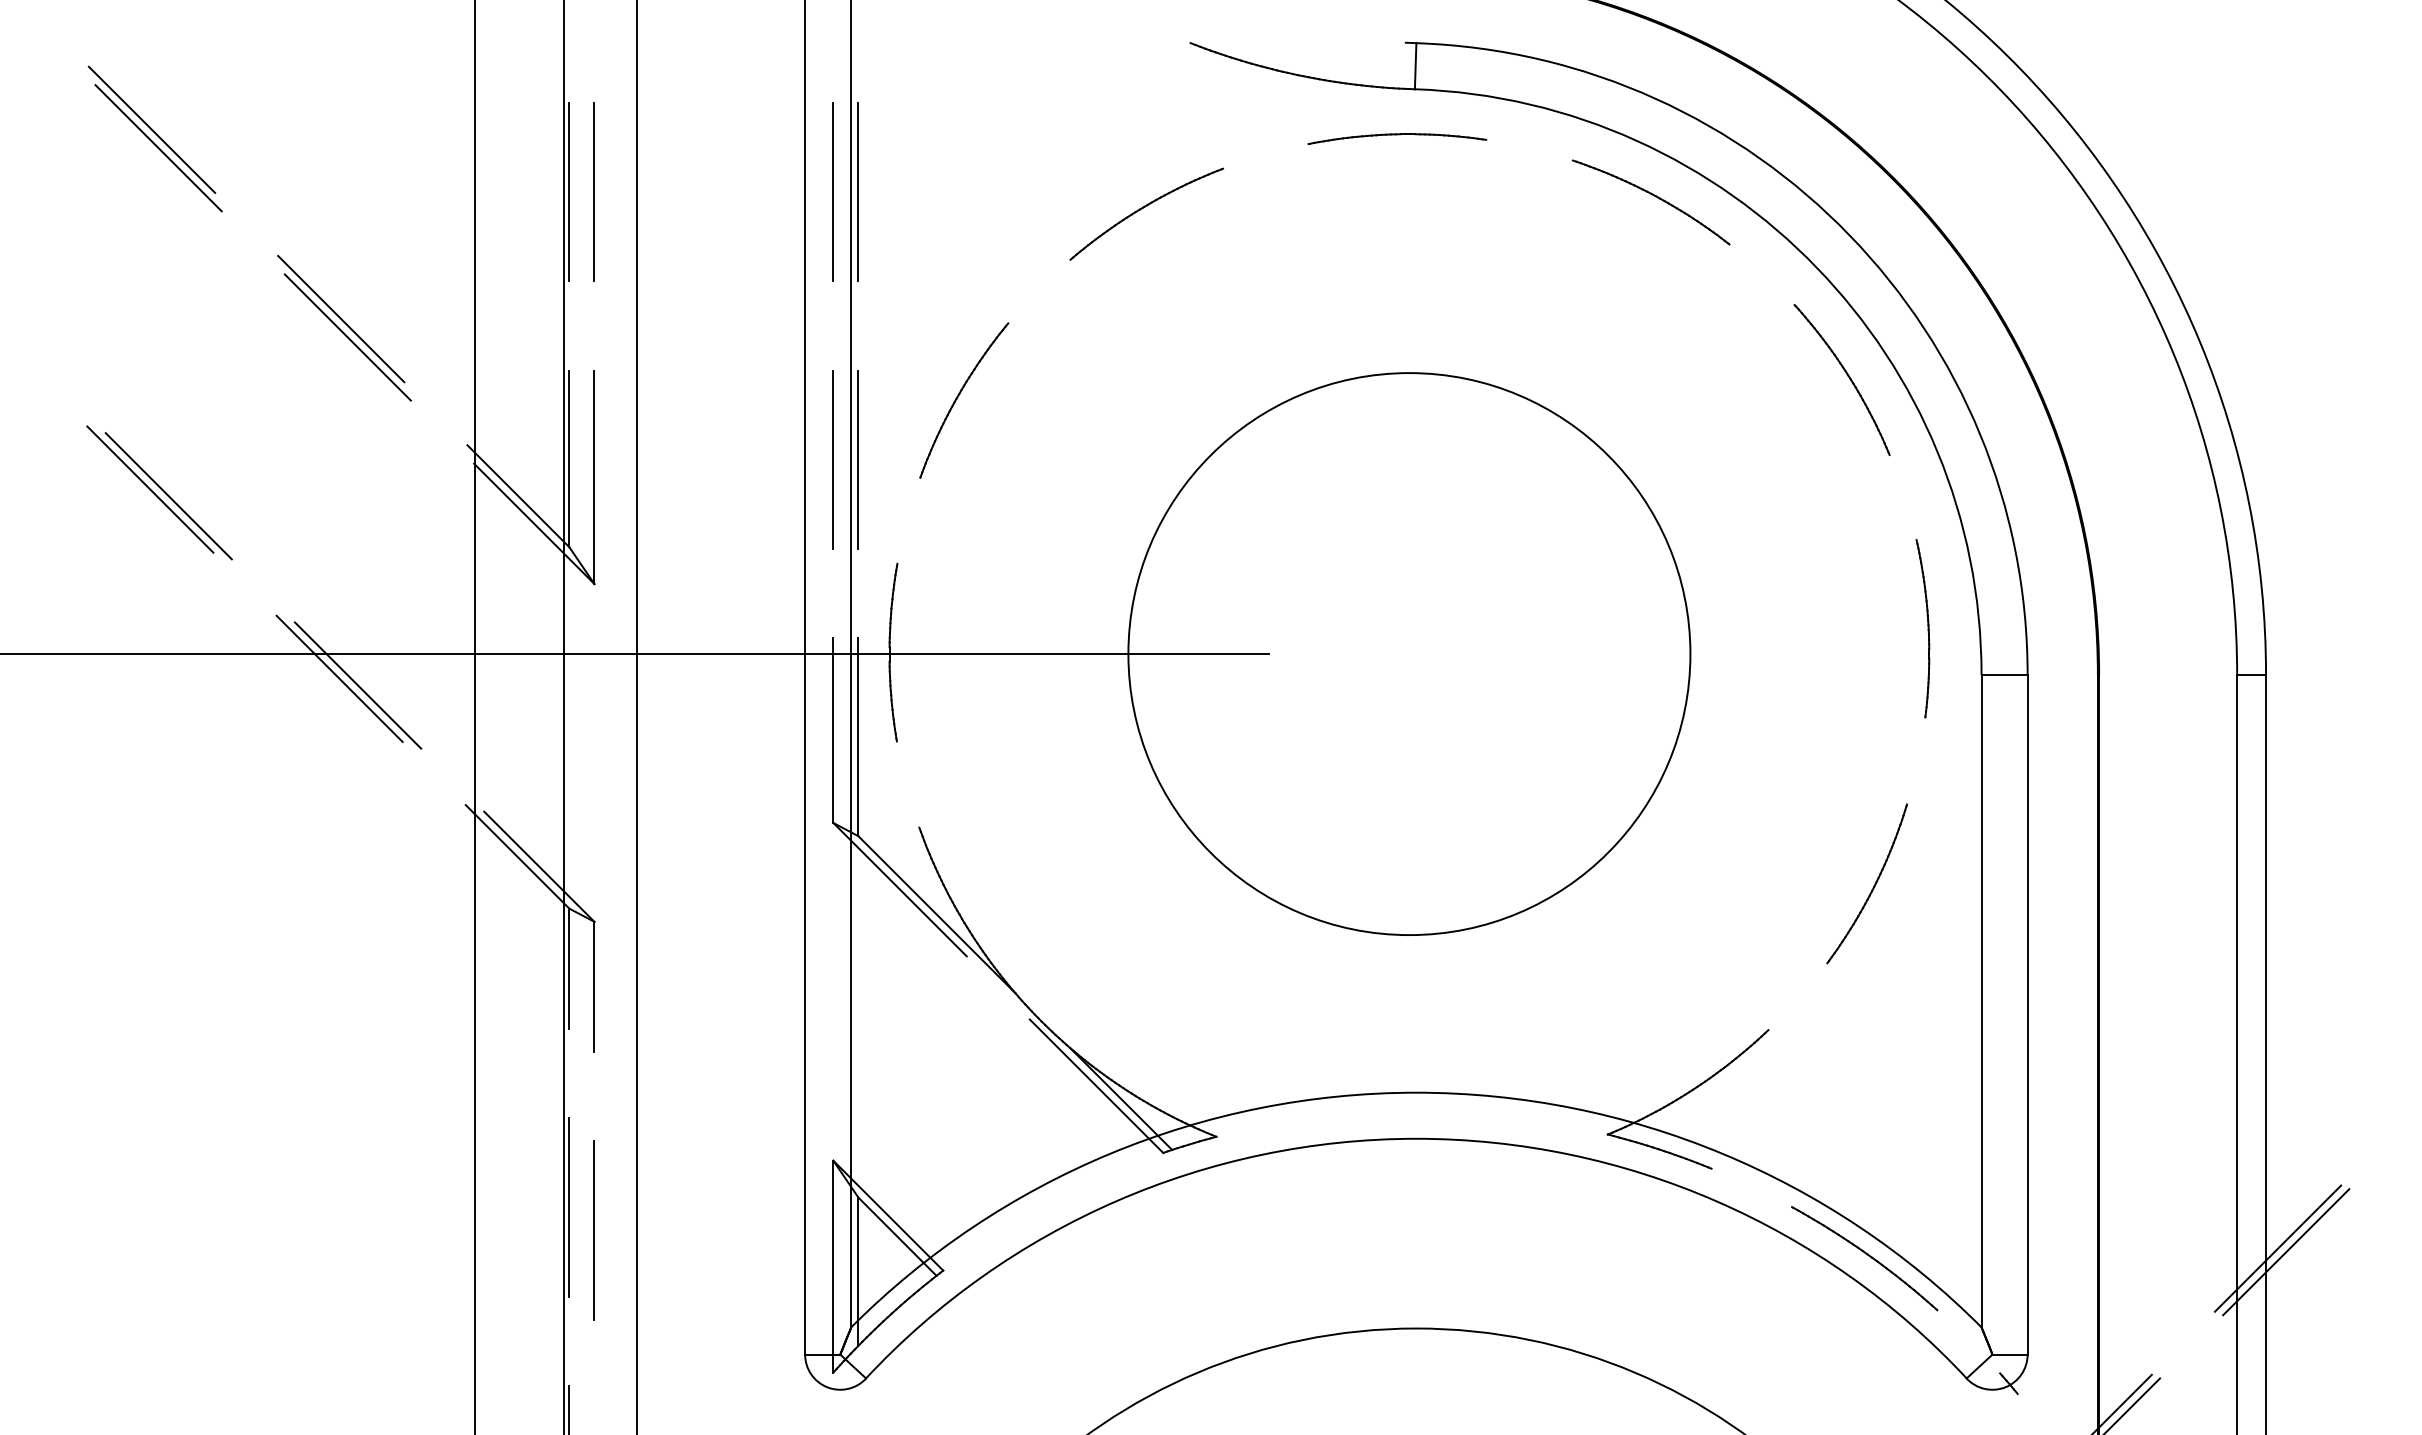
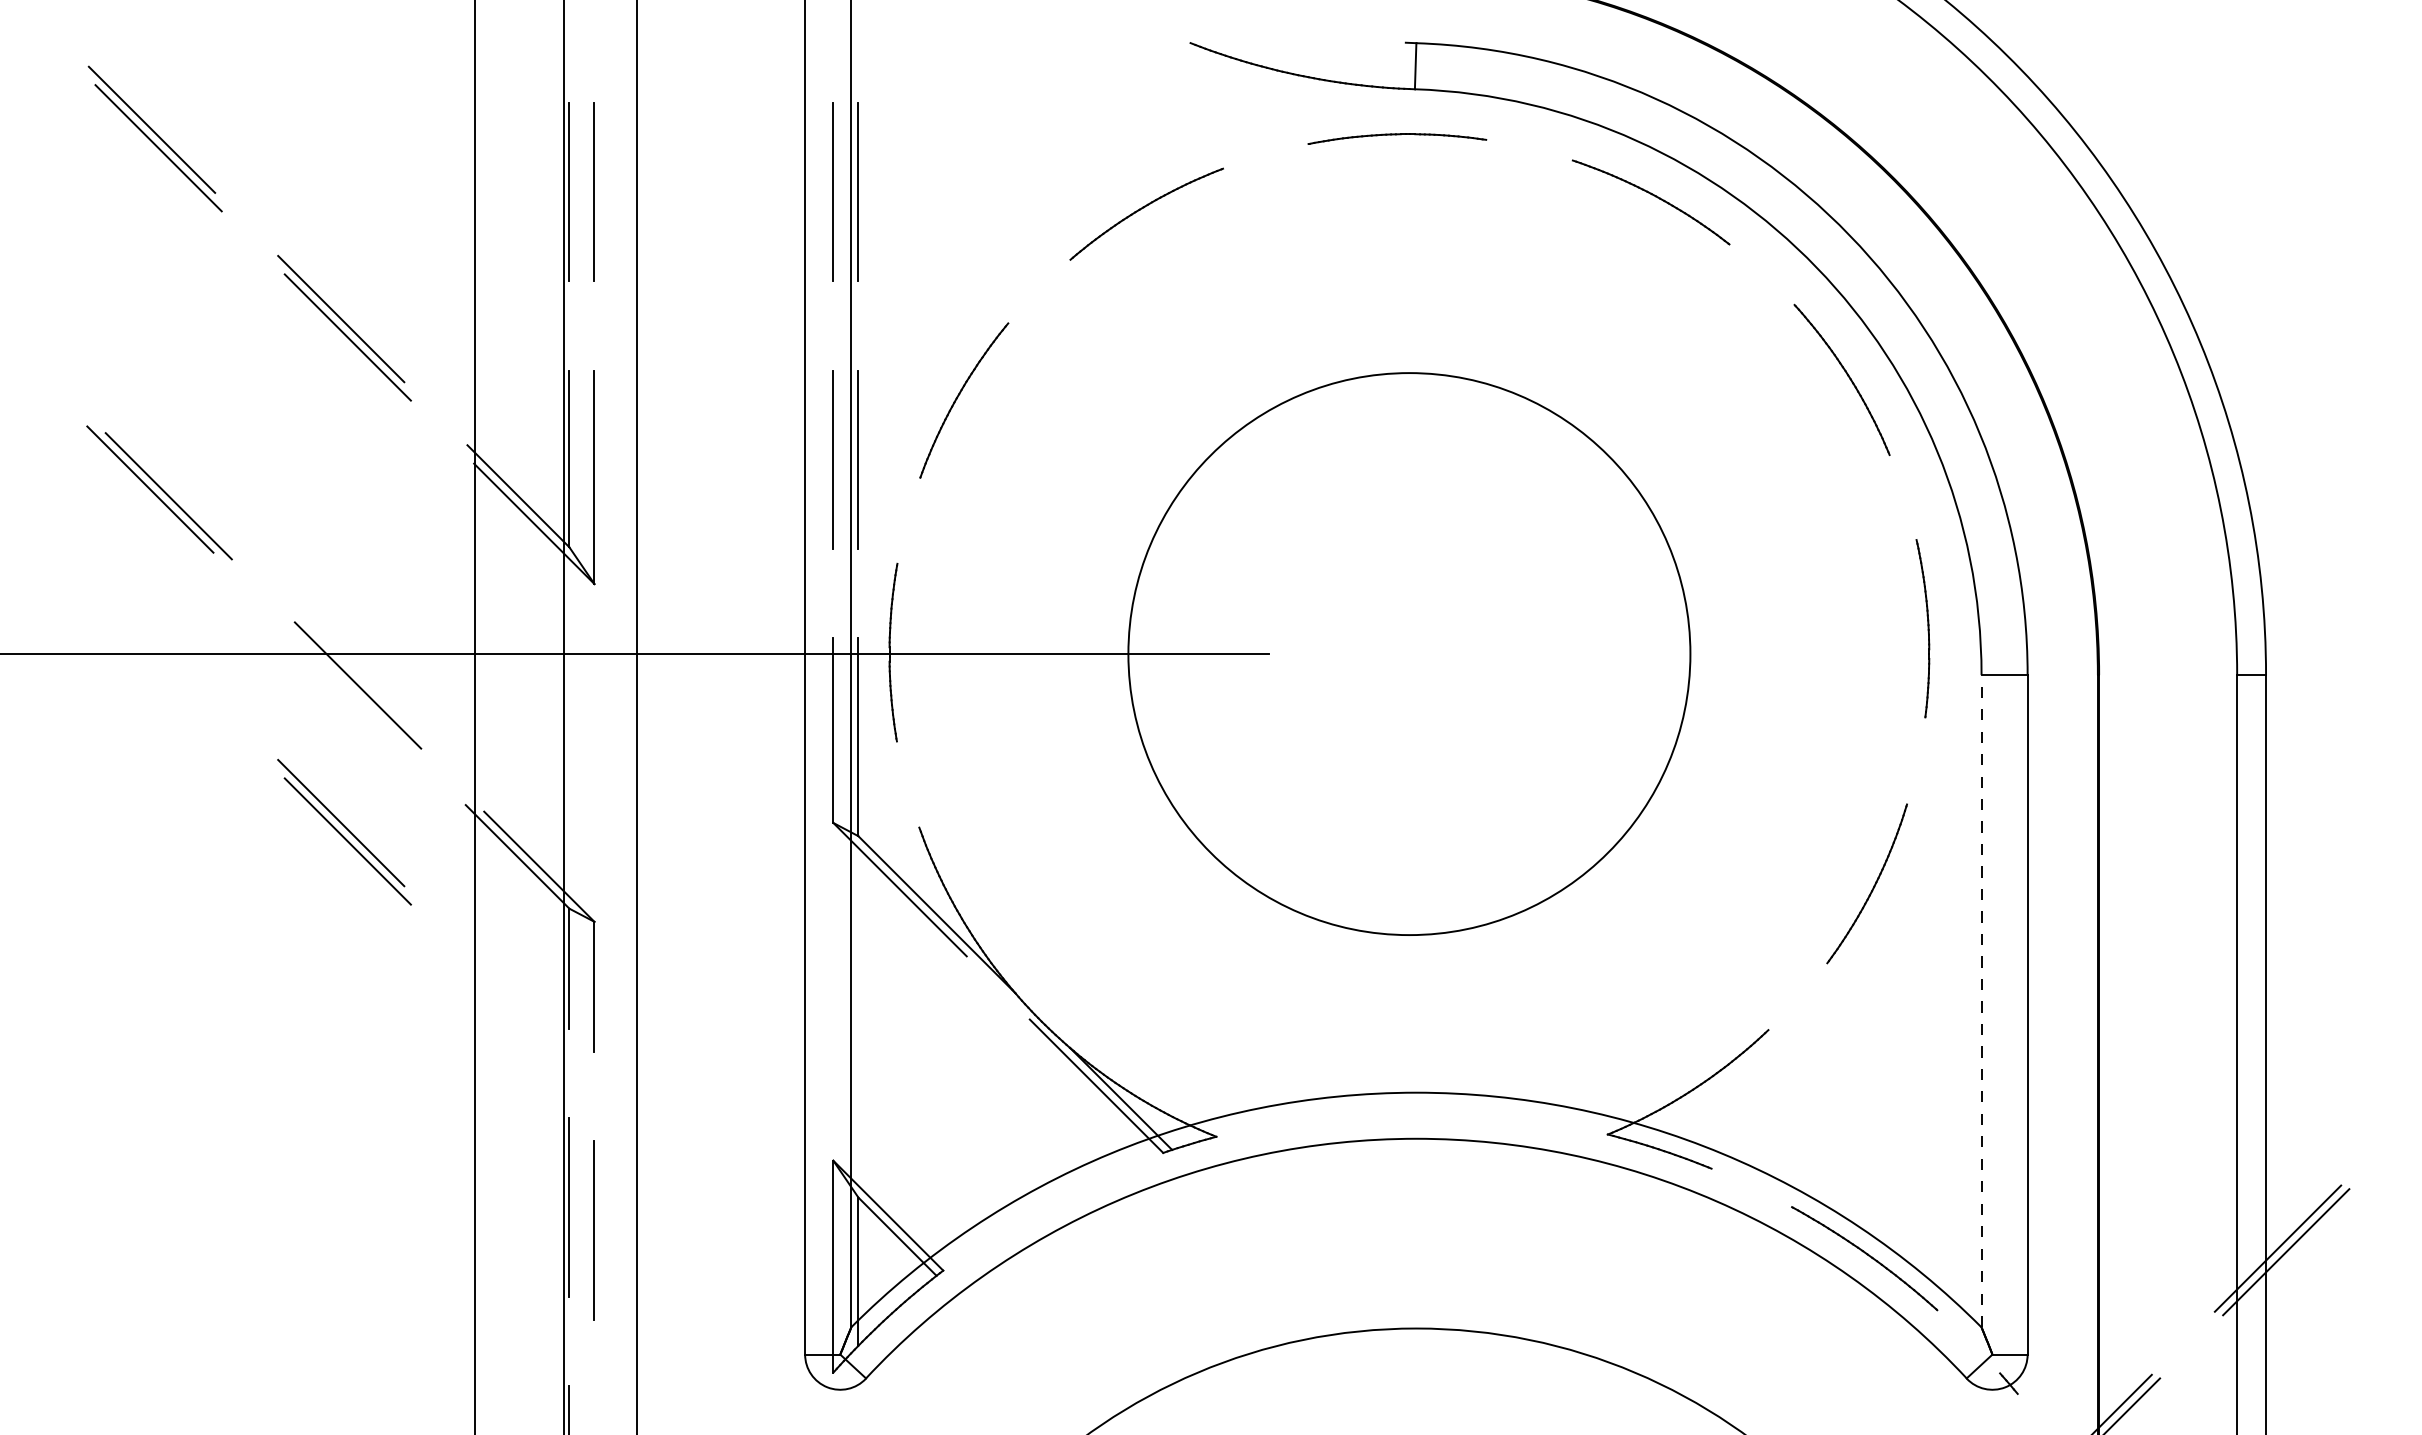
line at (339, 678): present -> none
part at (344, 831): none -> present
line at (1981, 1000): solid -> dashed
